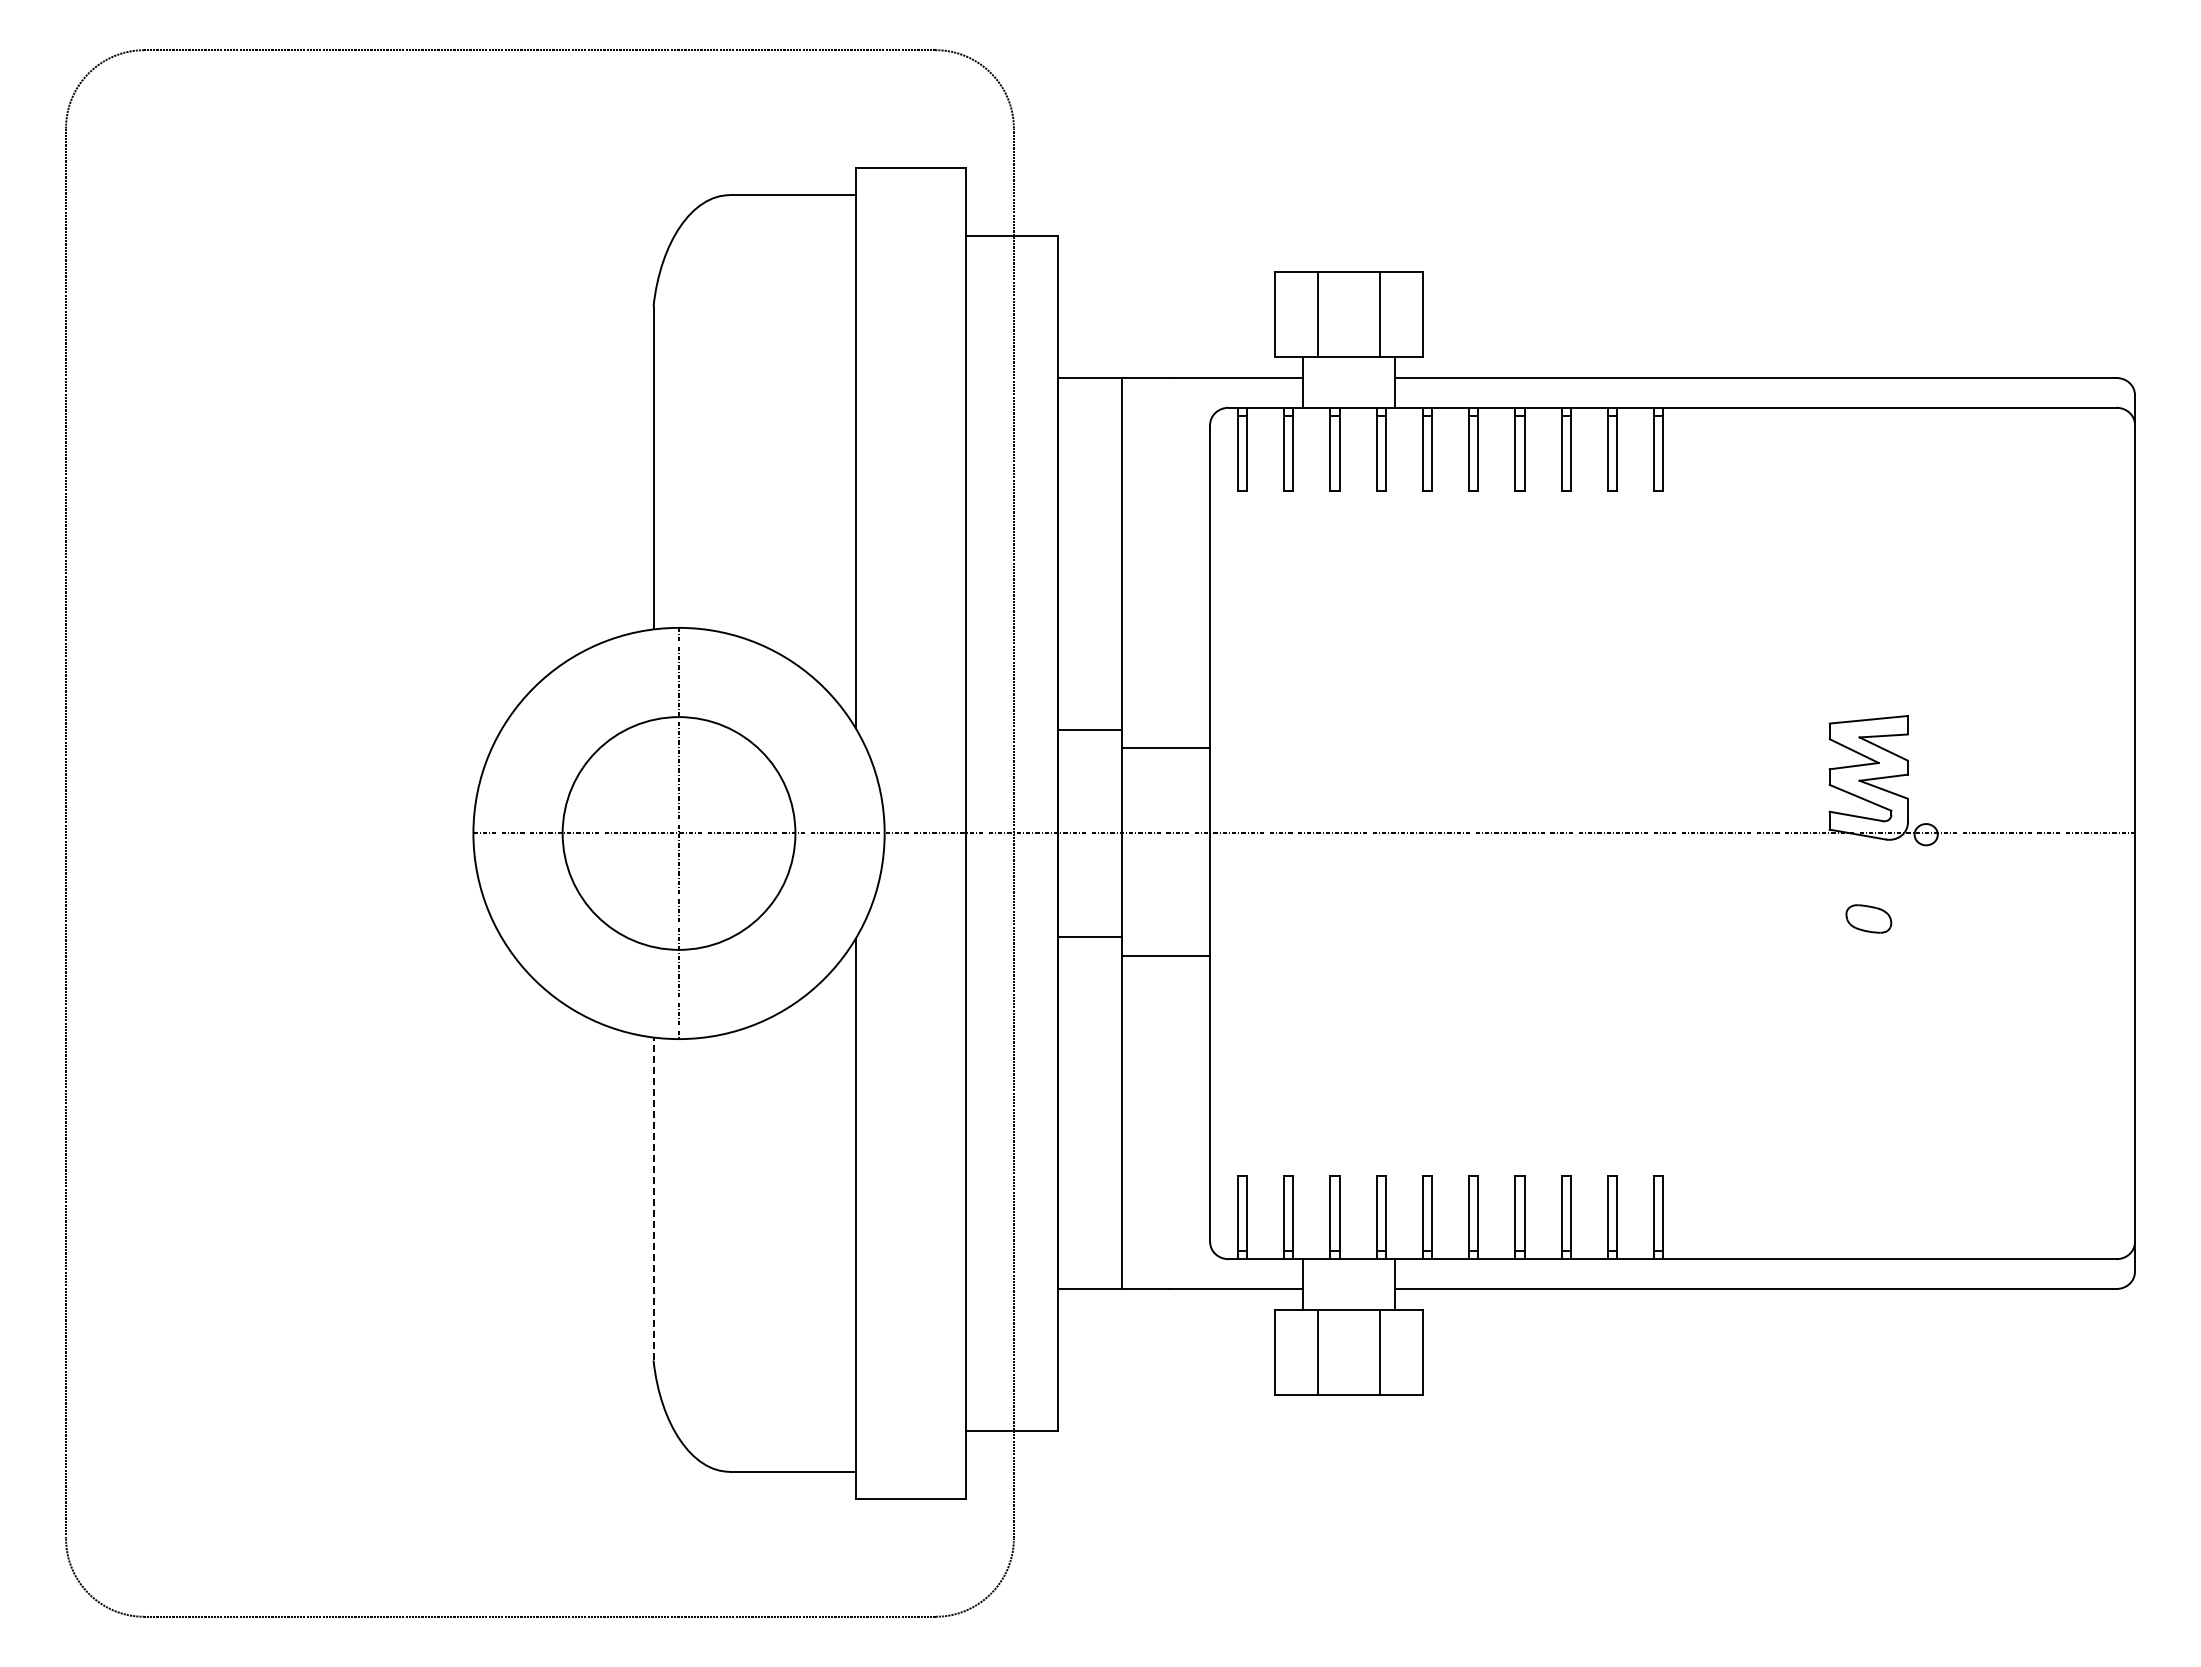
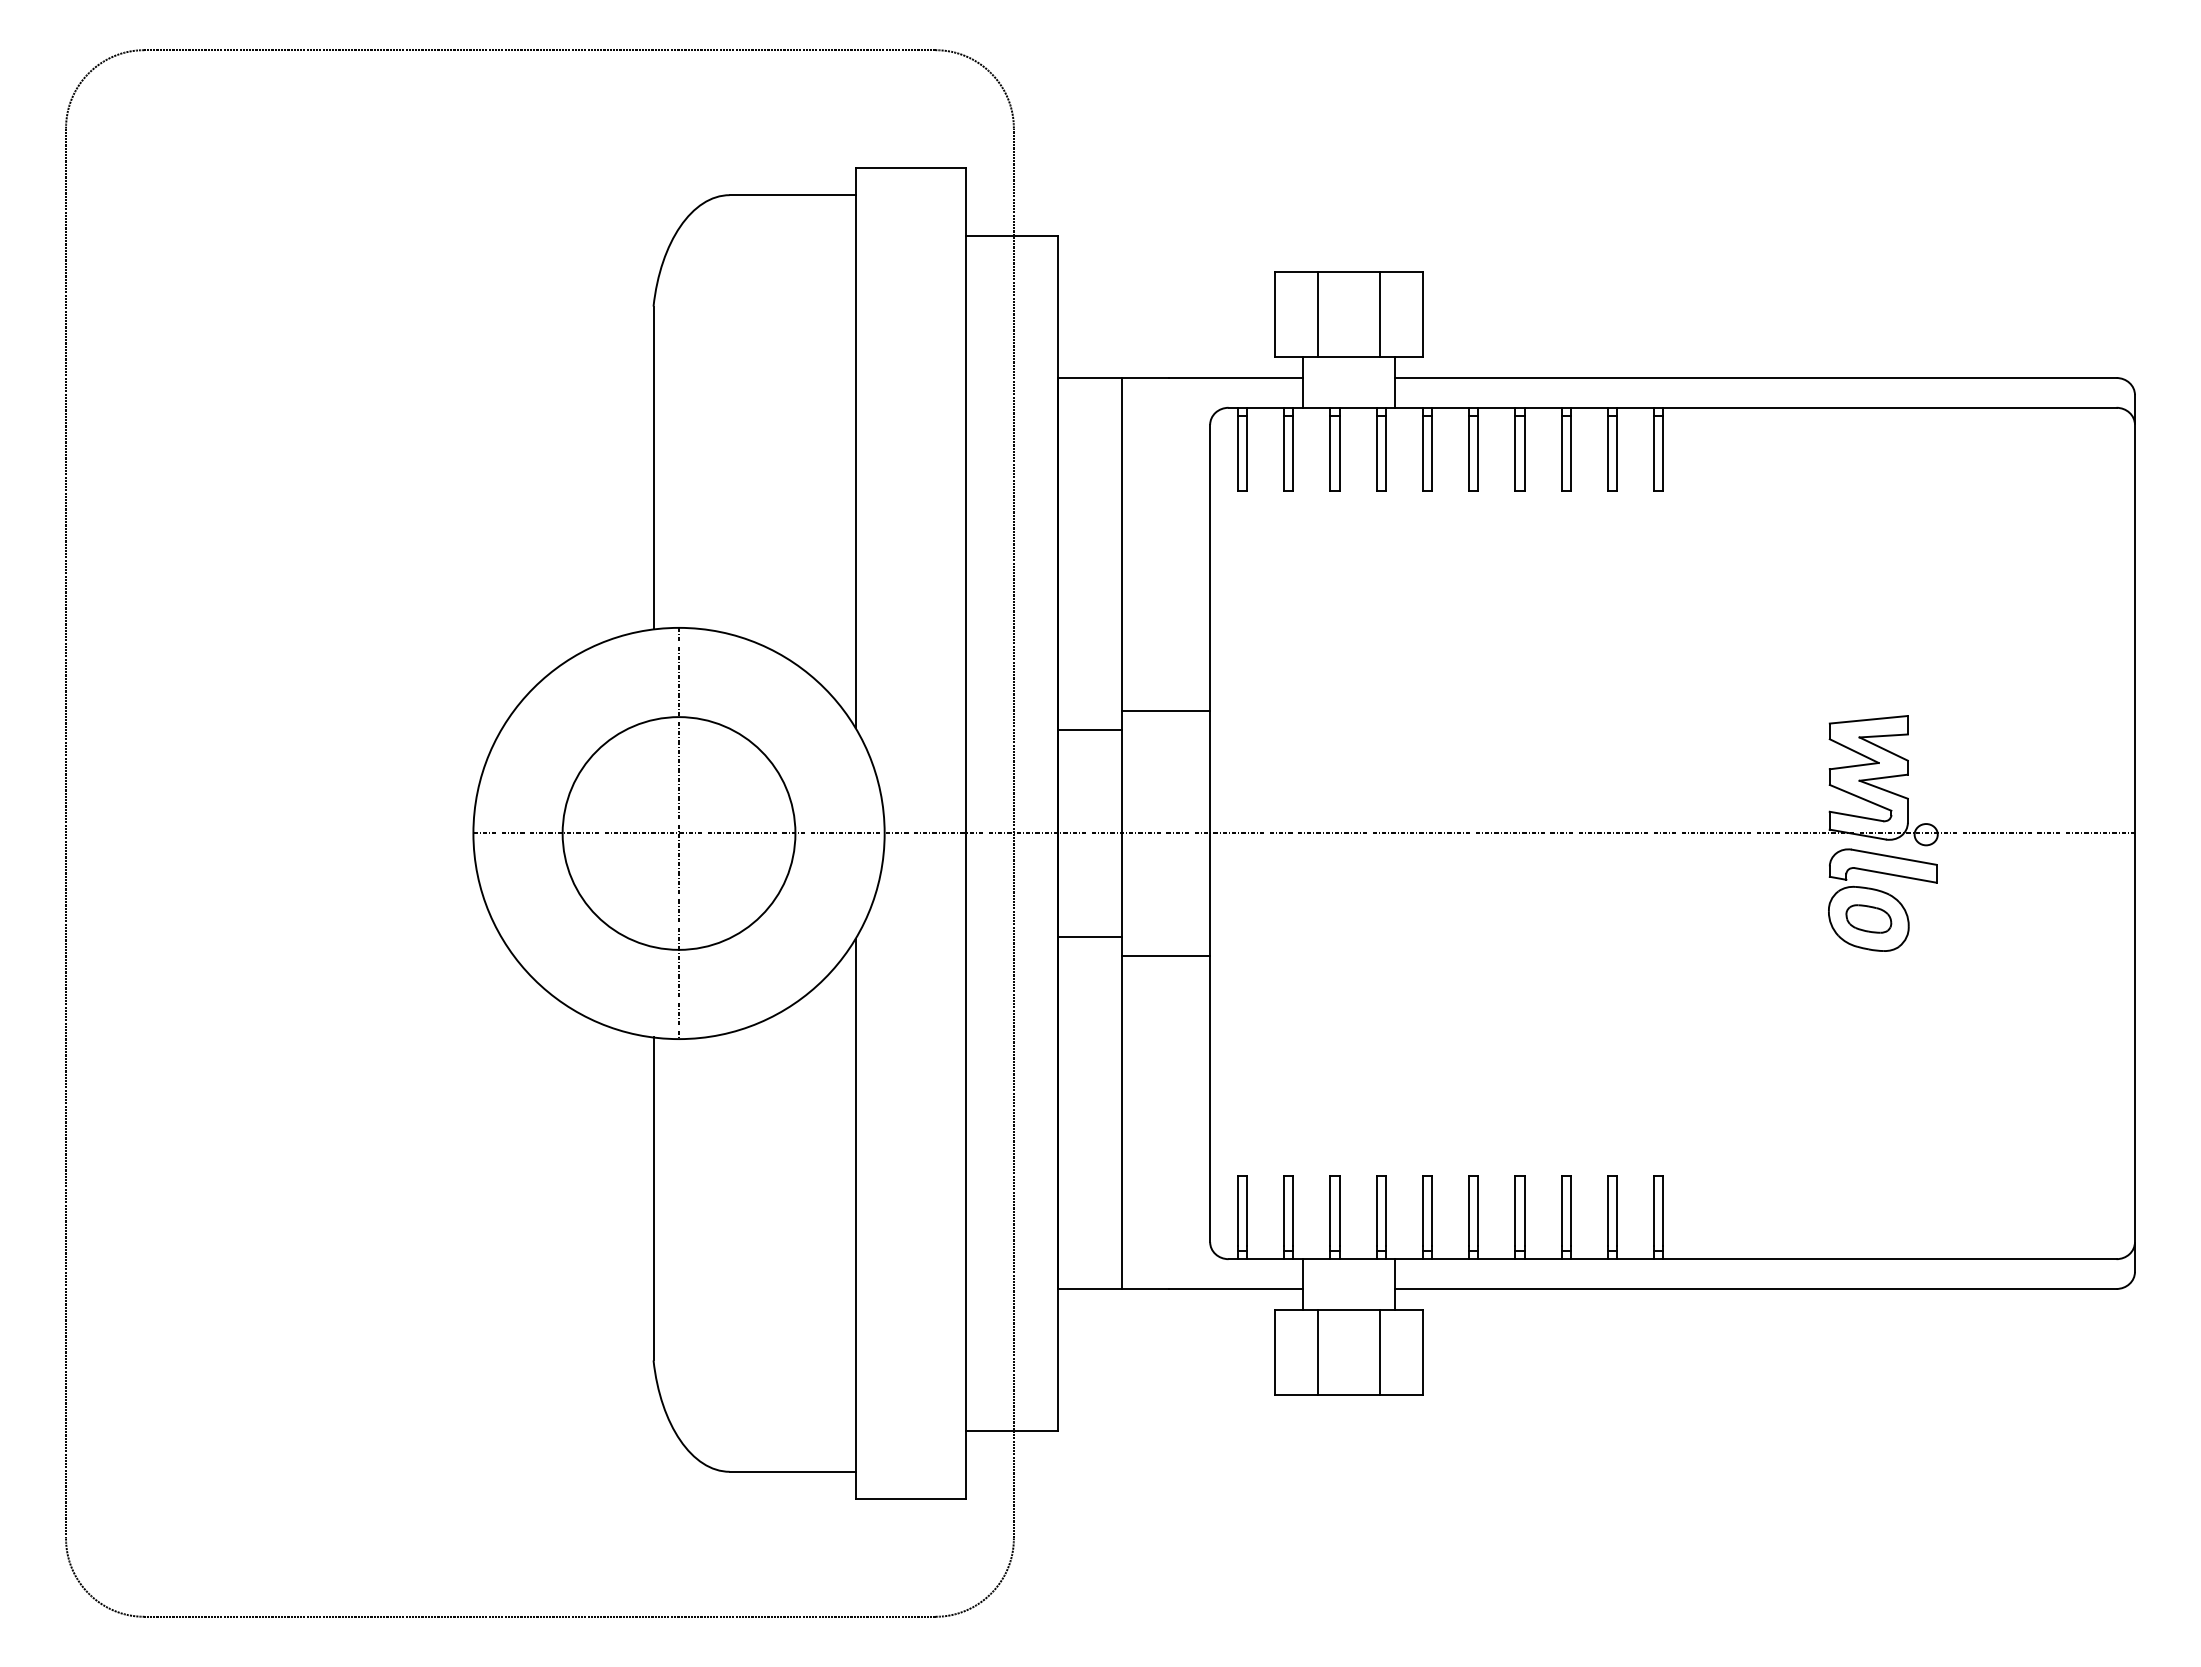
line at (1166, 748) position: (1166, 748) -> (1166, 711)
part at (1882, 899): none -> present
line at (653, 1198): dashed -> solid
